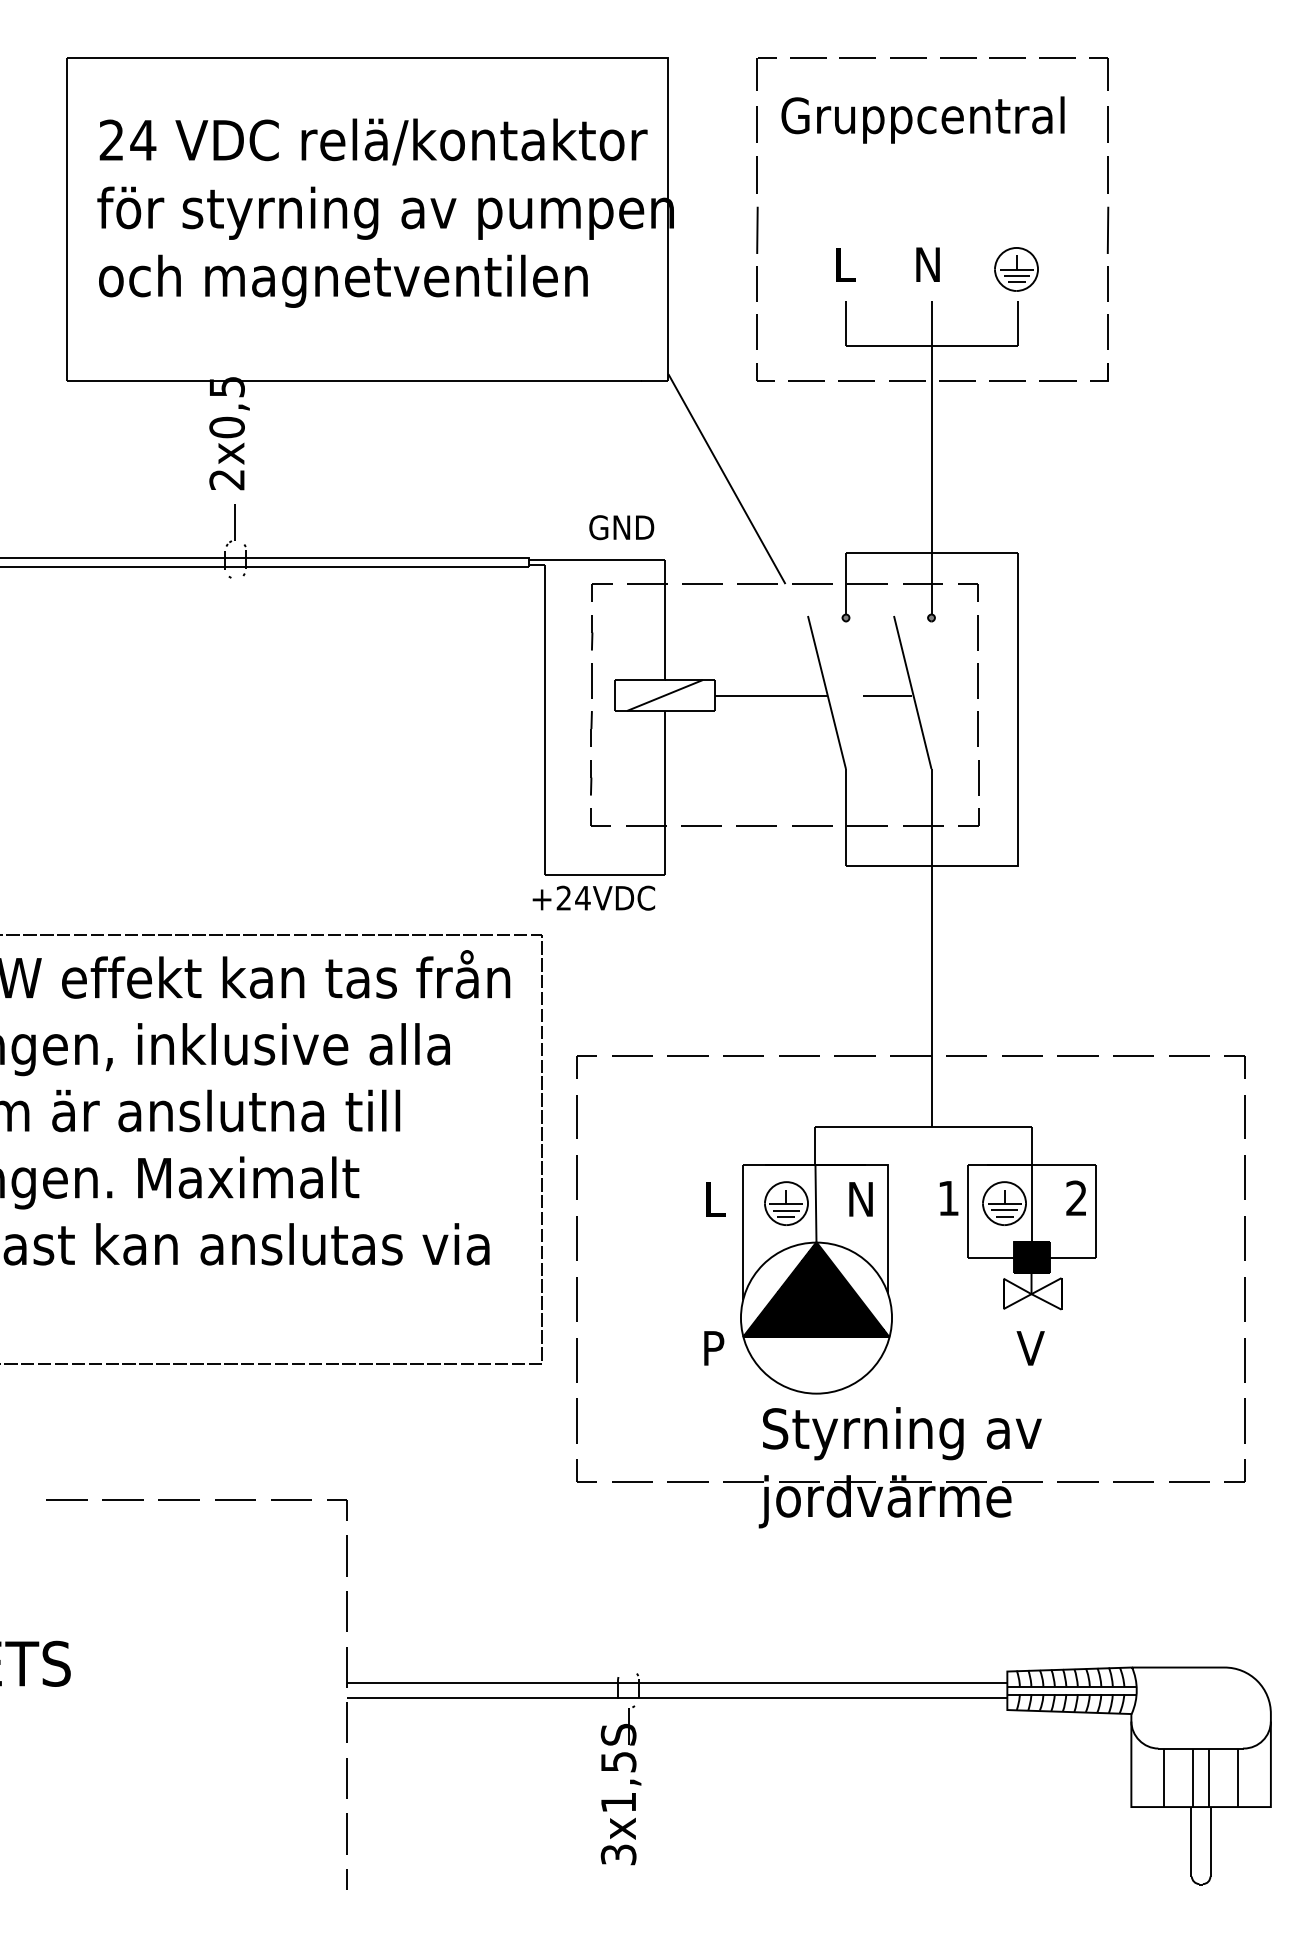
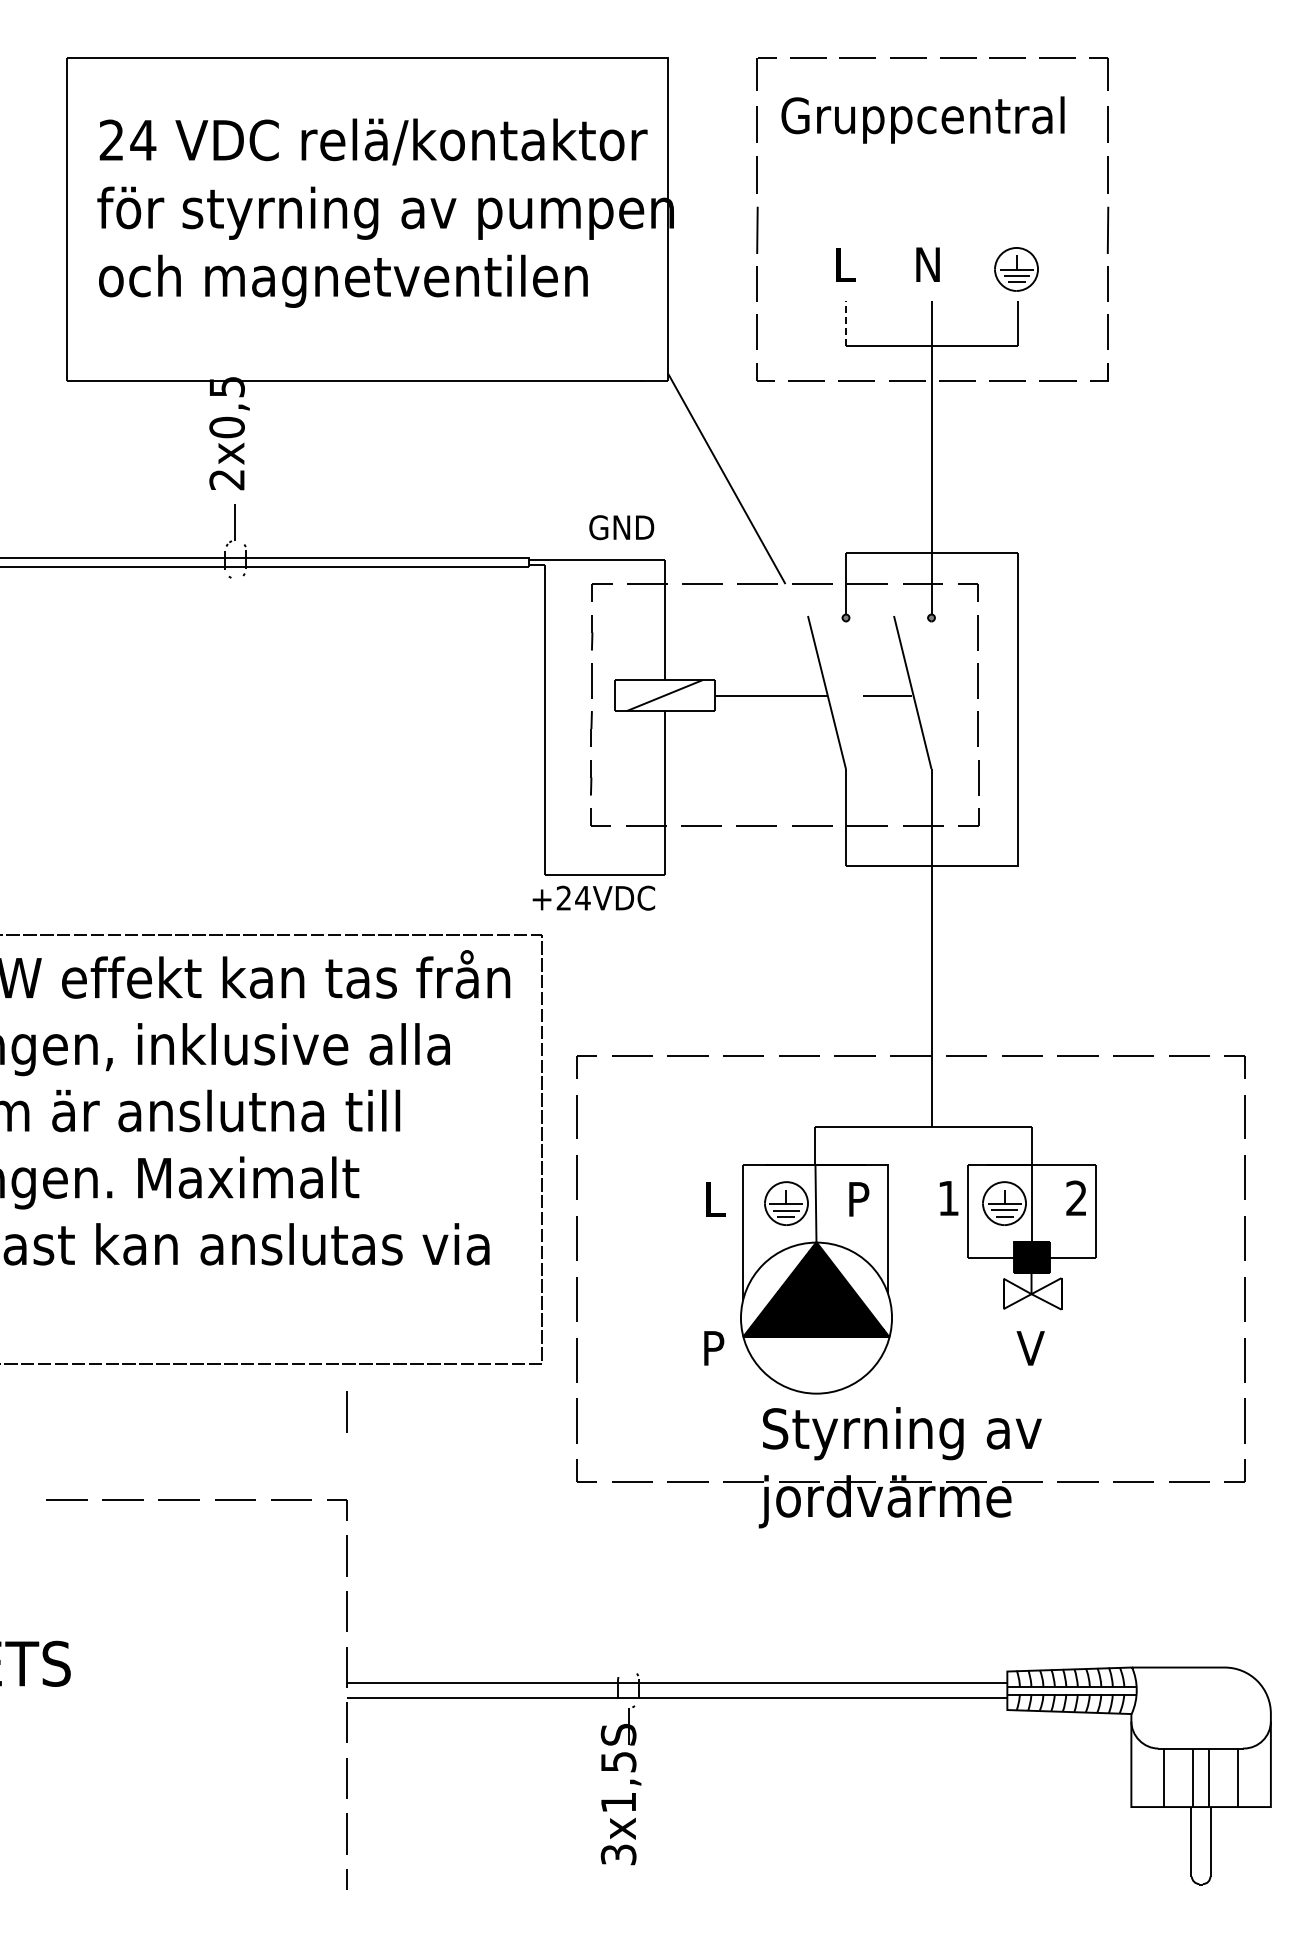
line at (846, 323): solid -> dashed
text at (862, 1199): N -> P
line at (346, 1411): none -> present
